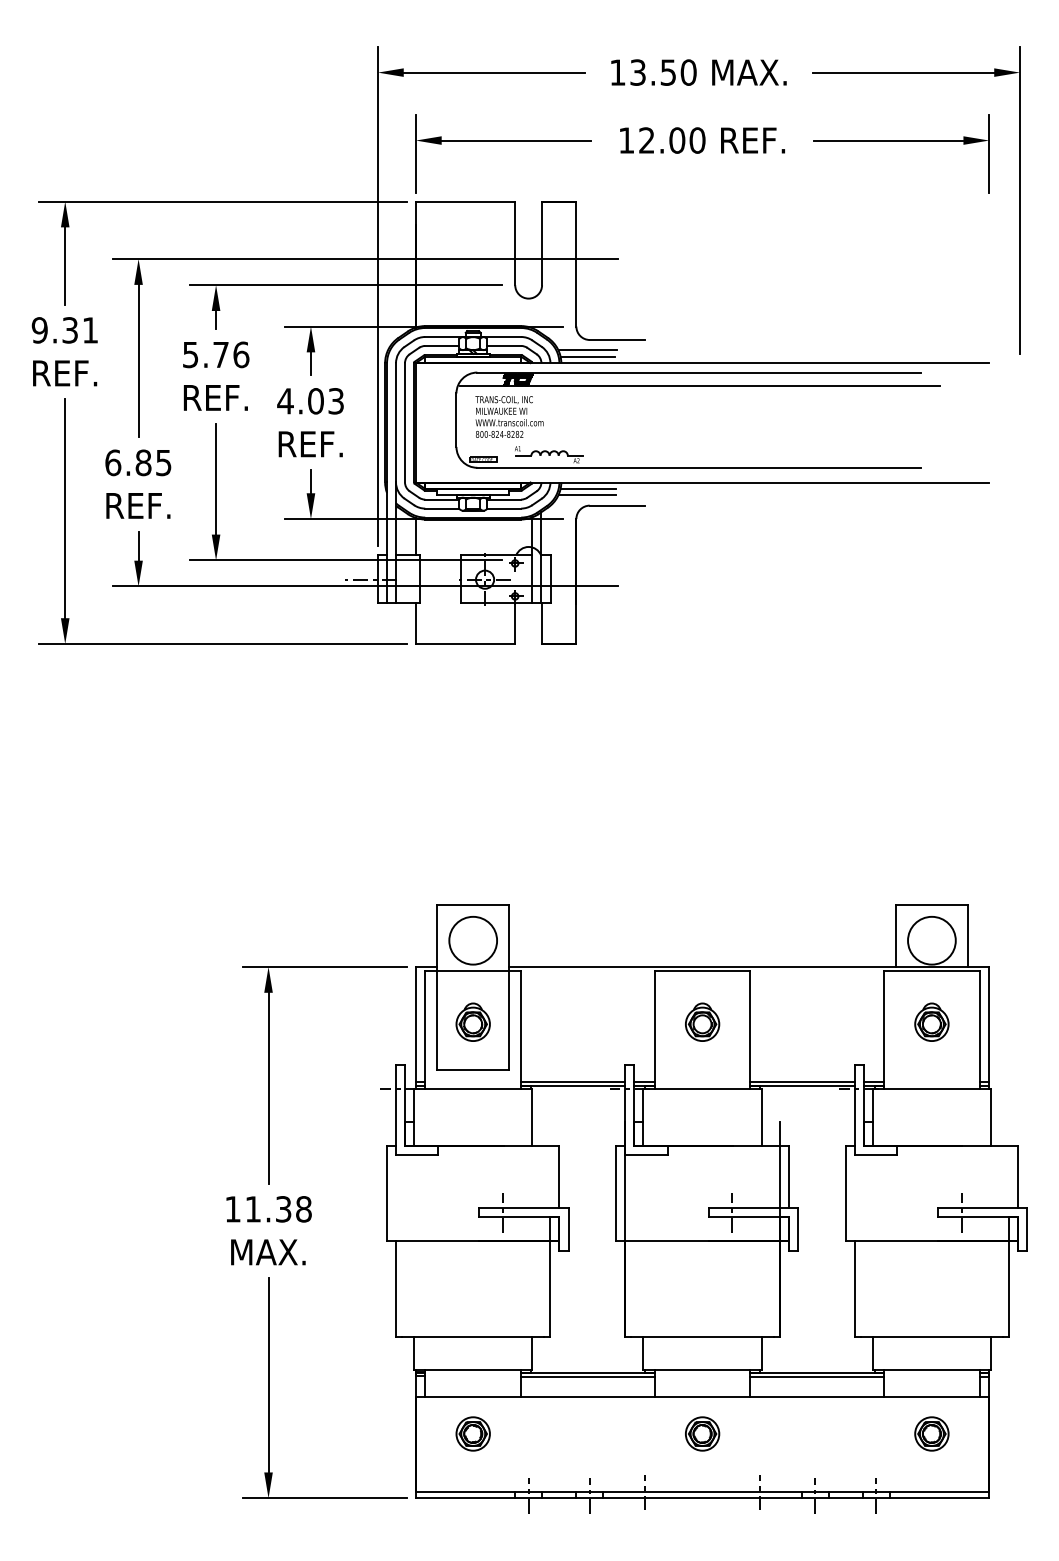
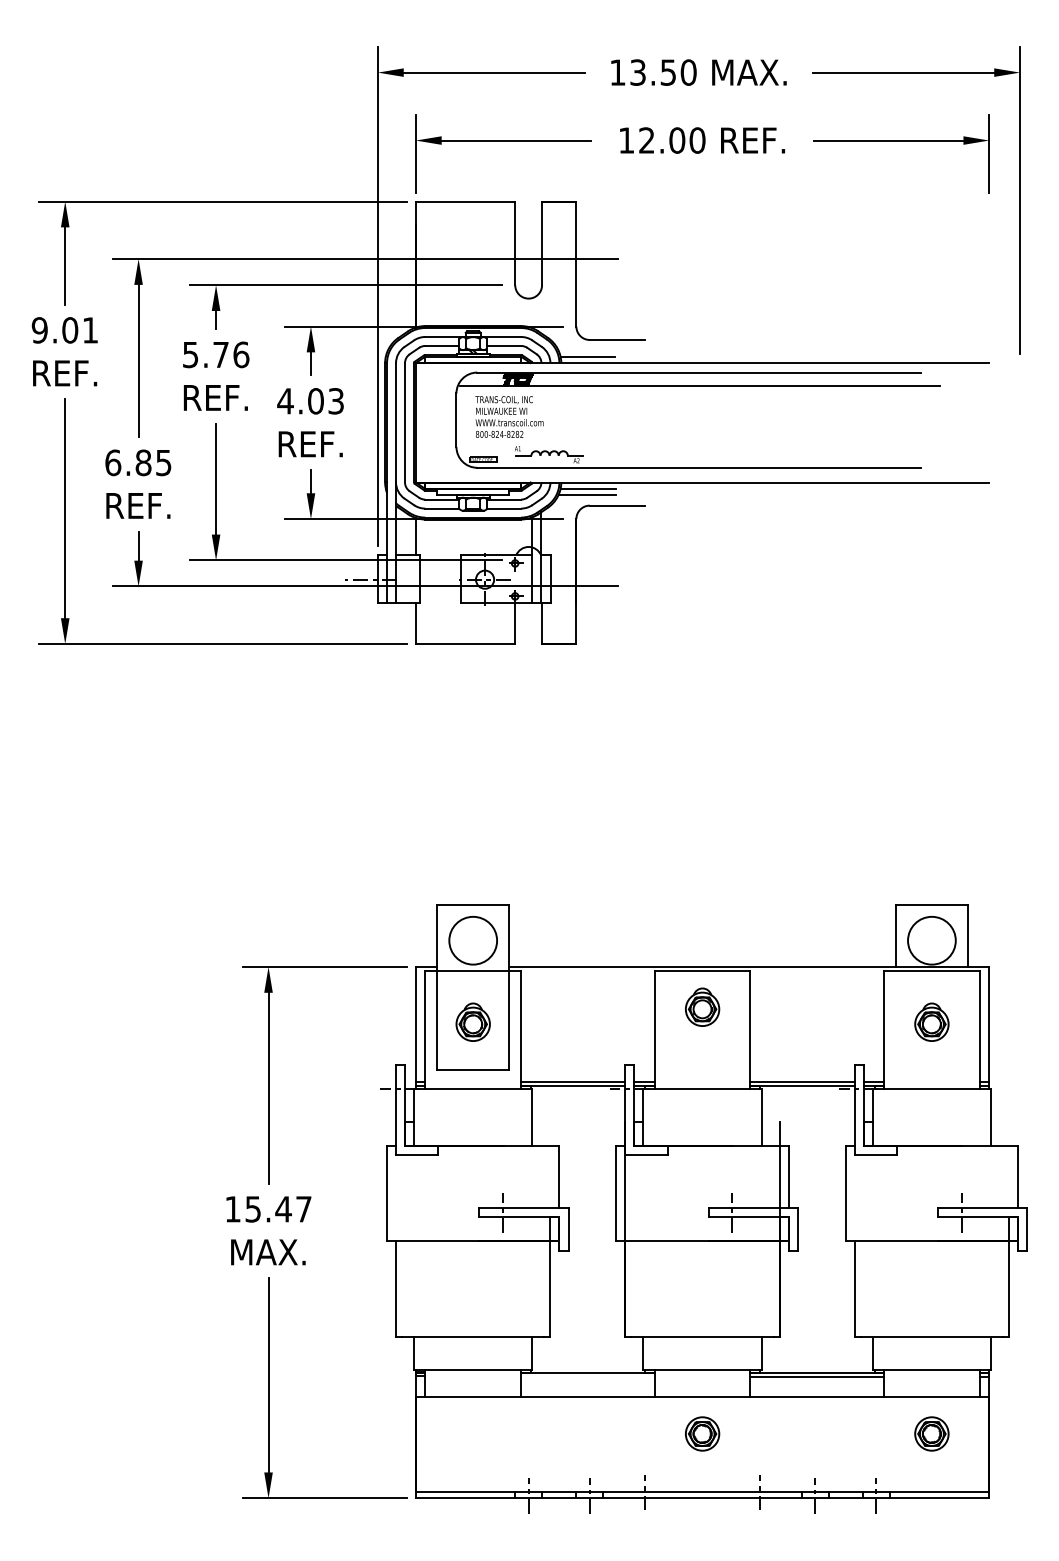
text at (70, 330): 9.31 -> 9.01
line at (587, 350): present -> none
part at (702, 1021) position: (702, 1021) -> (702, 1006)
text at (278, 1209): 11.38 -> 15.47
line at (587, 1376): present -> none
part at (472, 1433): present -> none
